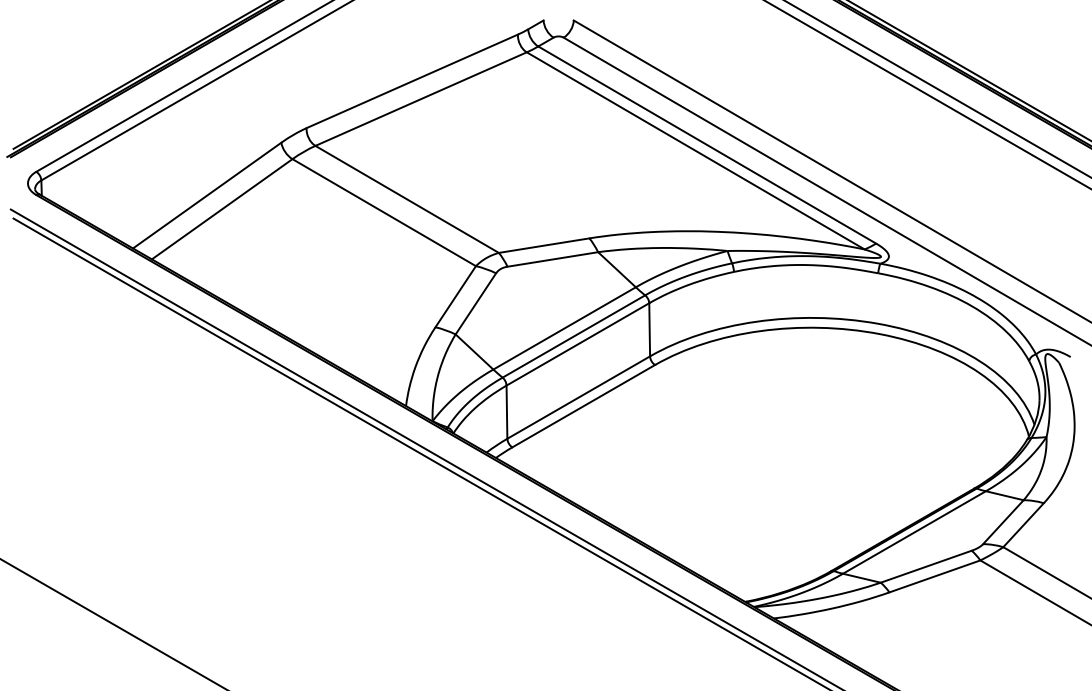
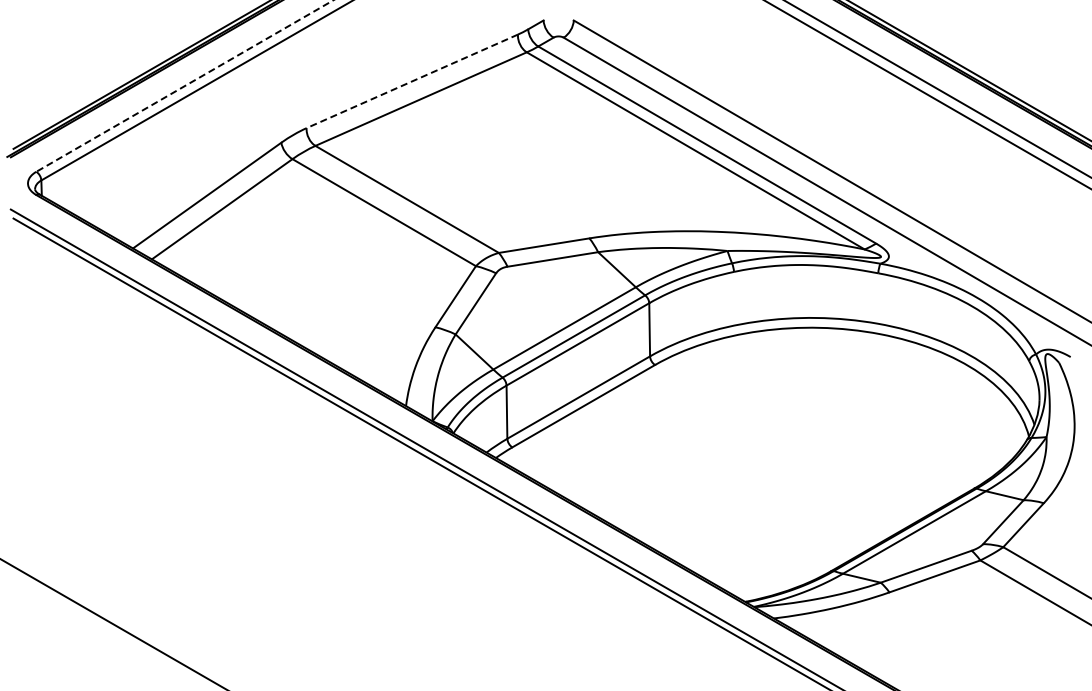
line at (412, 81): solid -> dashed
line at (184, 86): solid -> dashed
